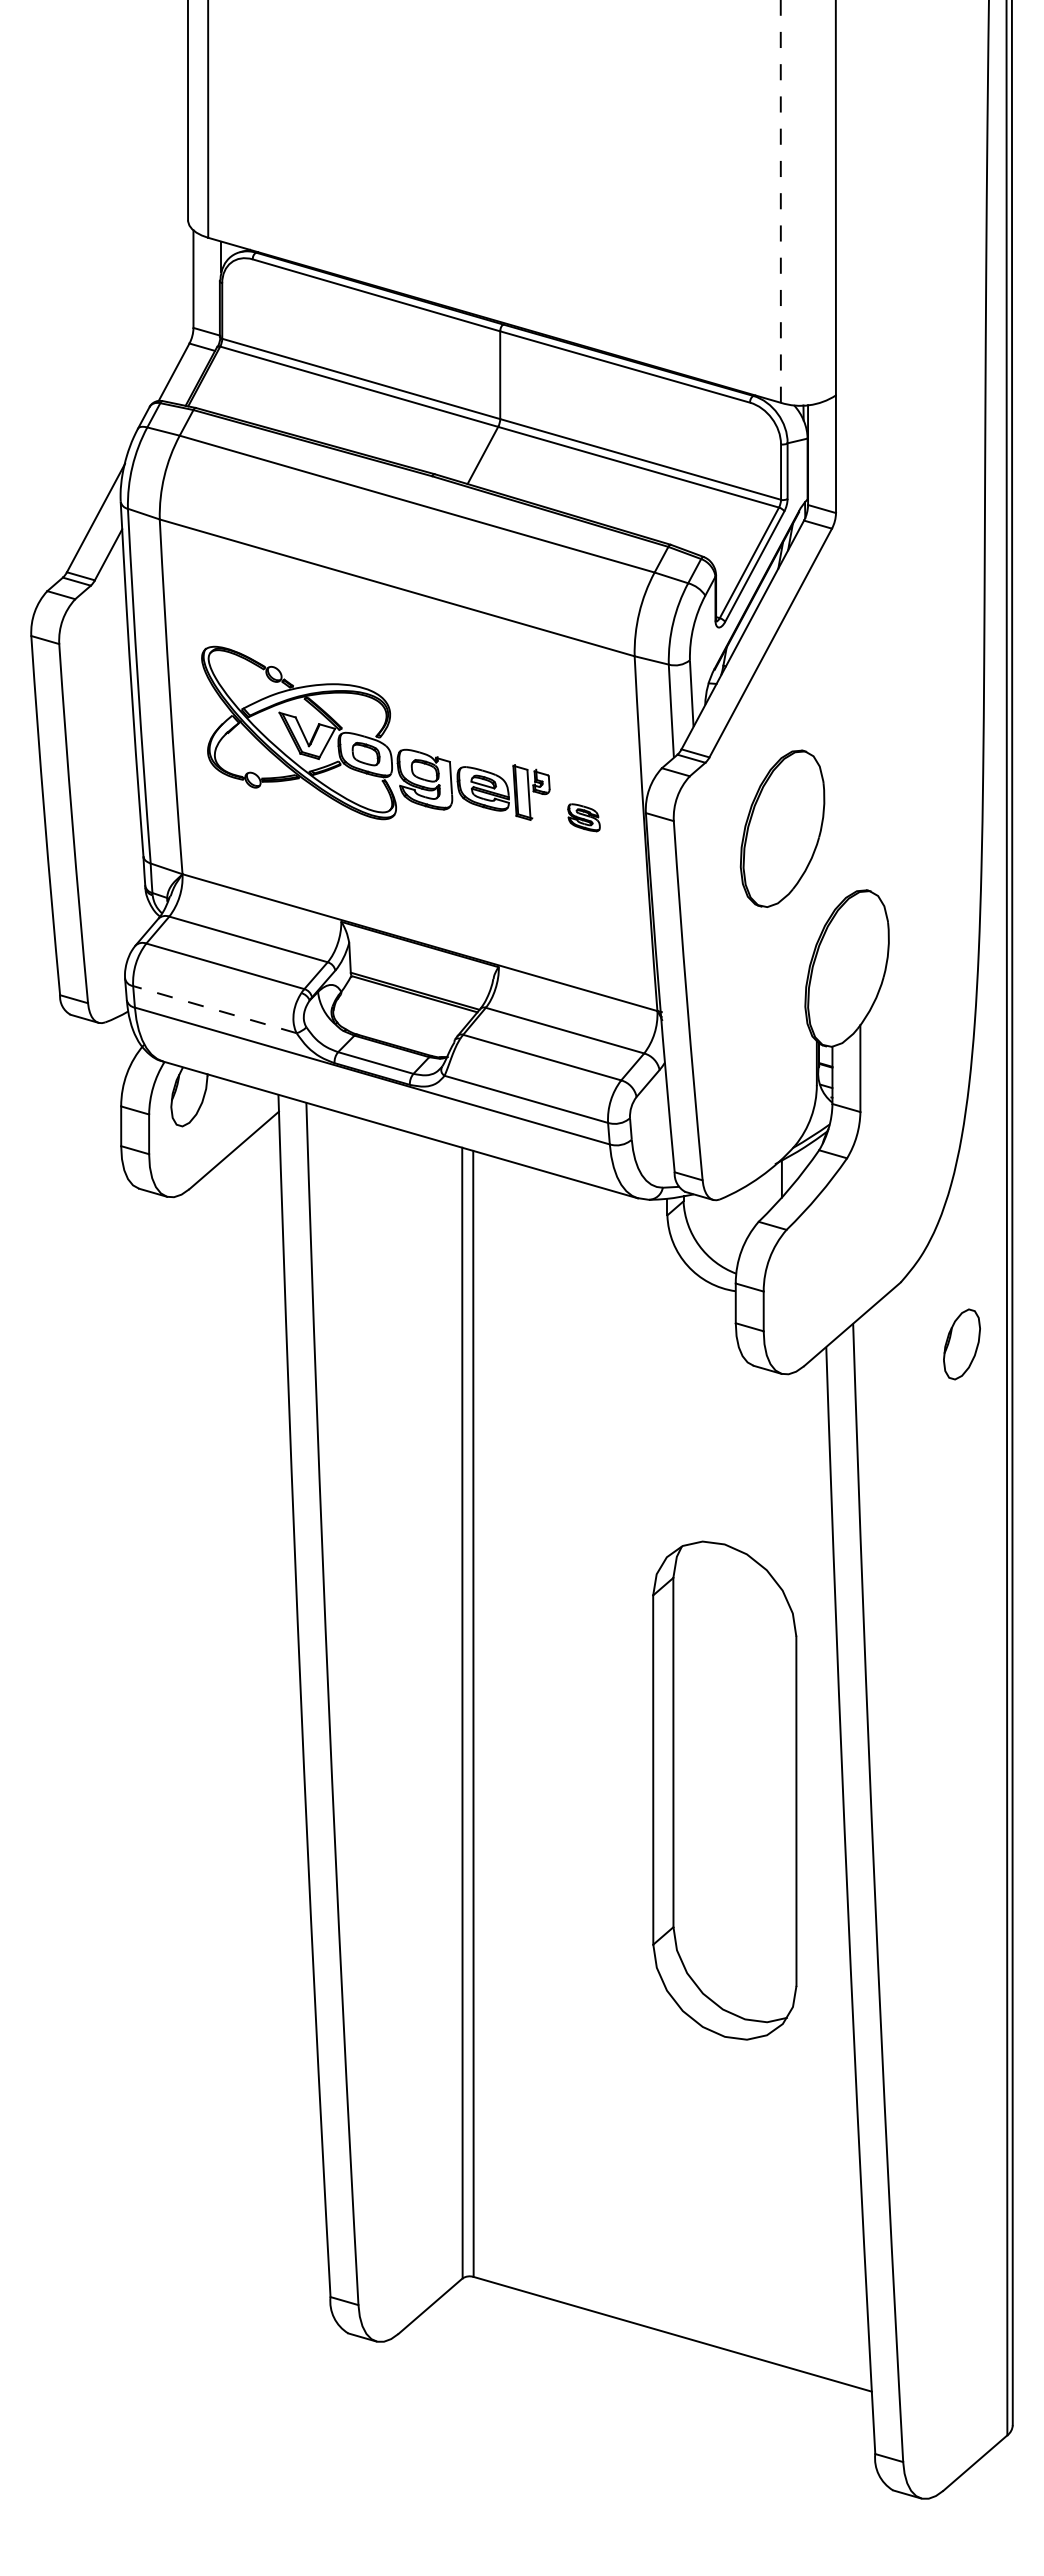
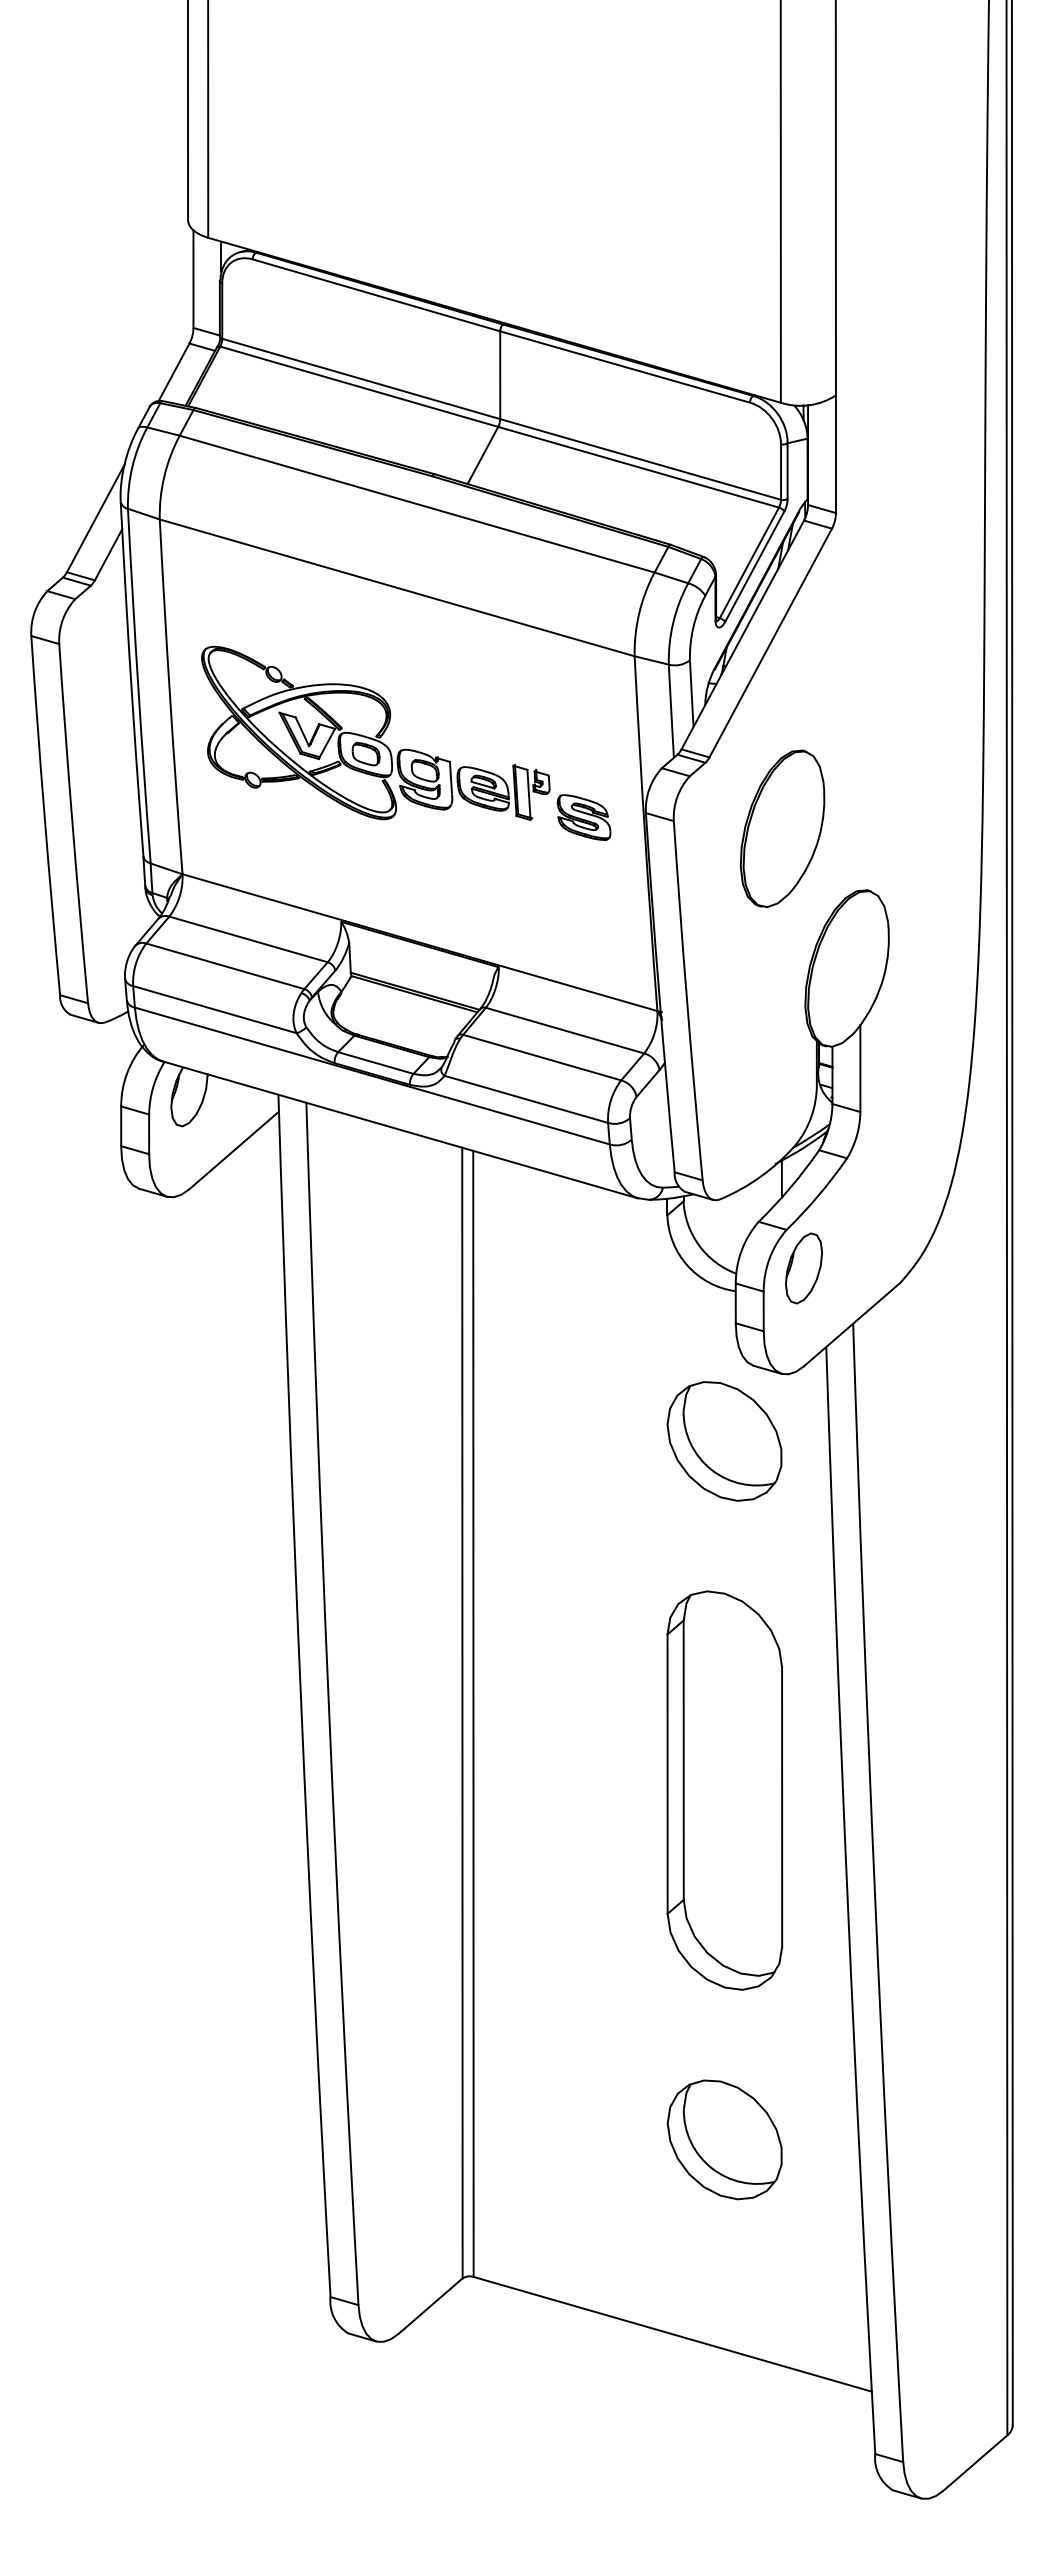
line at (780, 201): dashed -> solid
part at (583, 817) size: 34x30 px -> 56x48 px
line at (214, 1009): dashed -> solid
part at (961, 1344) position: (961, 1344) -> (803, 1268)
part at (724, 1441): none -> present
part at (724, 1790) size: 146x501 px -> 118x401 px
part at (724, 2139): none -> present
